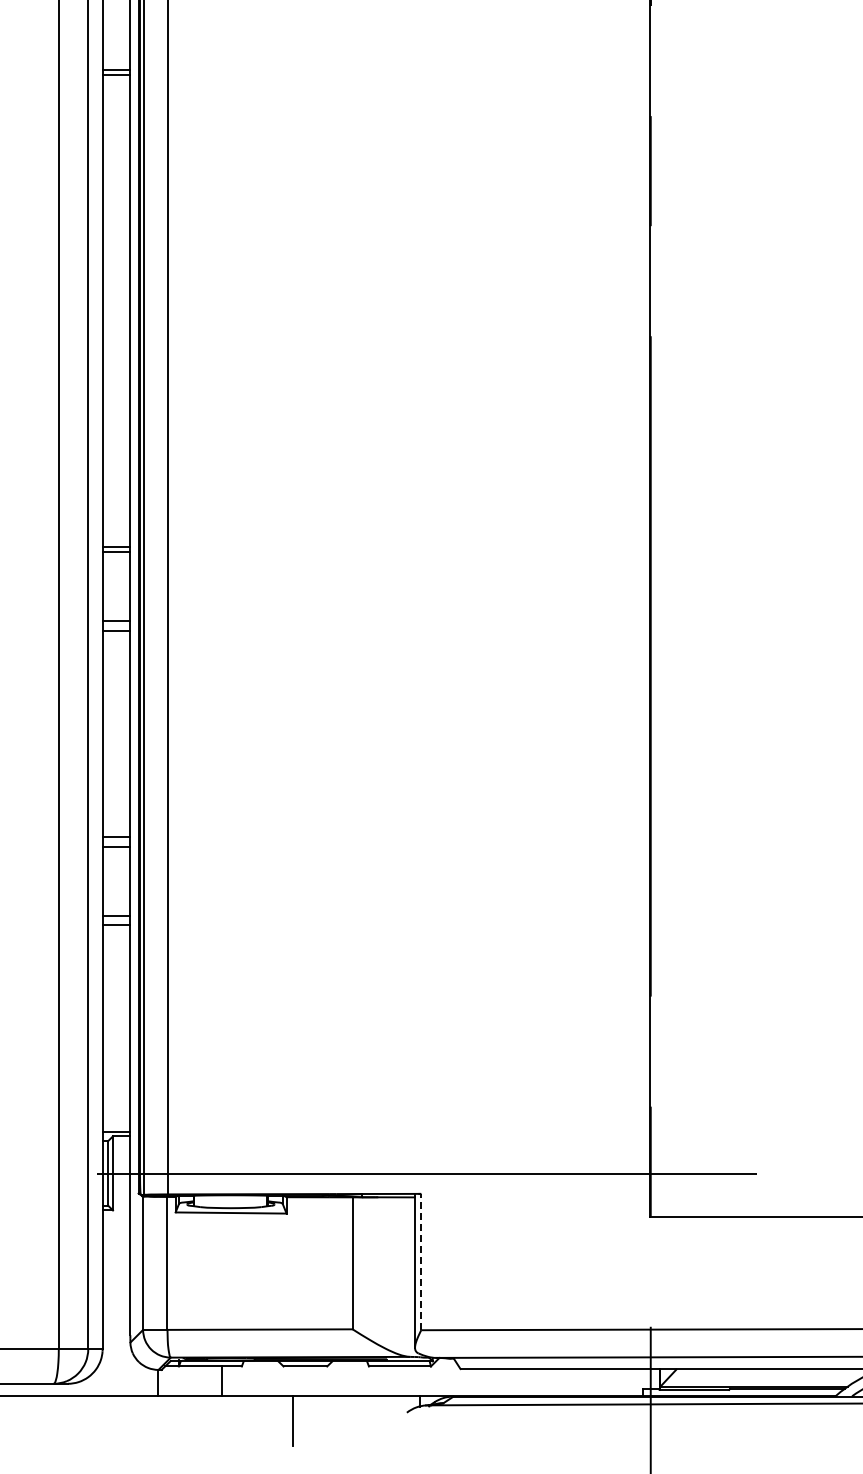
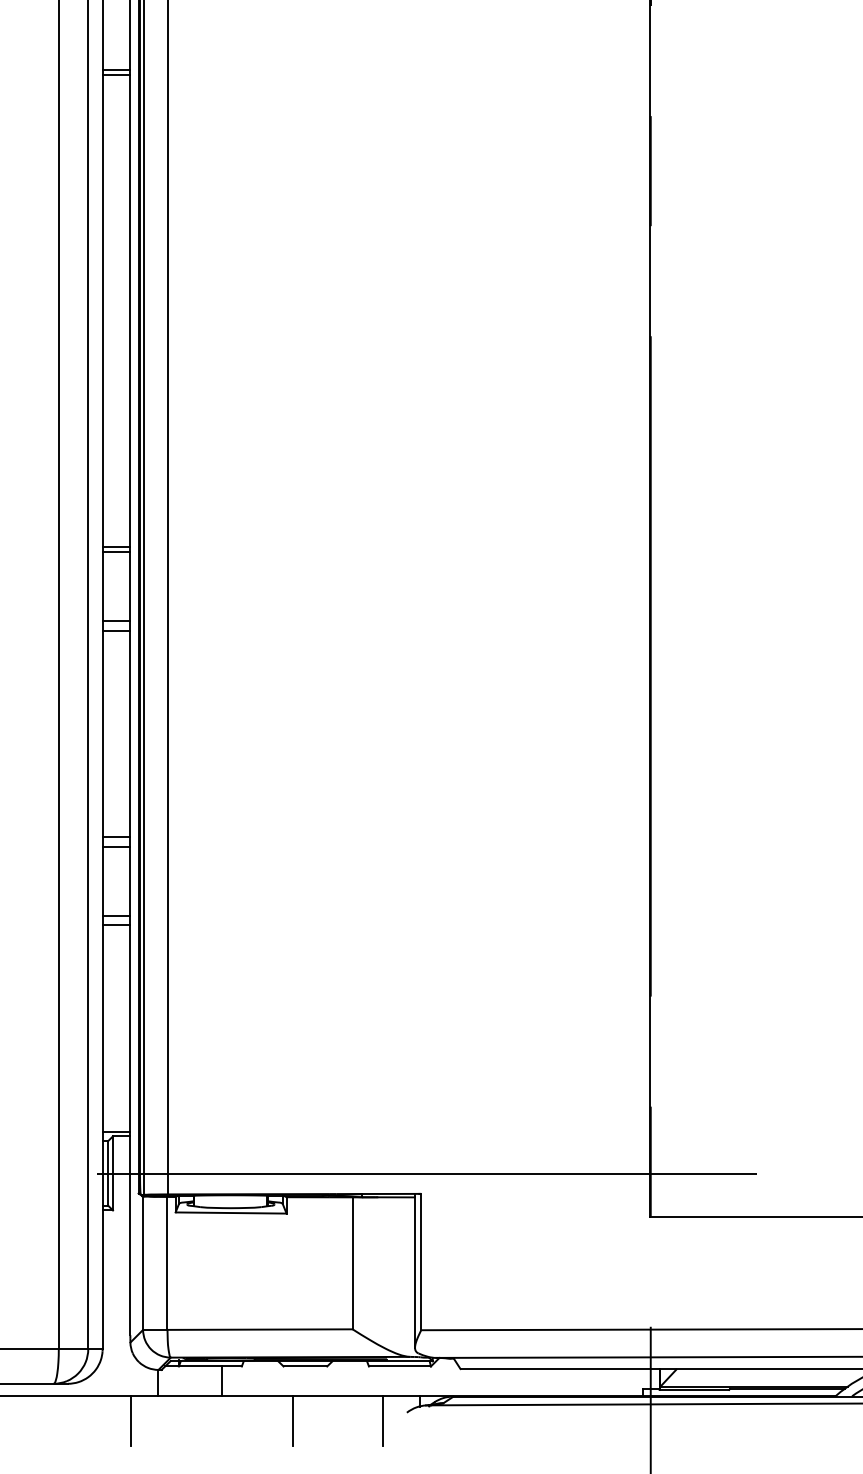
line at (421, 1261): dashed -> solid
line at (131, 1420): none -> present
line at (382, 1420): none -> present
